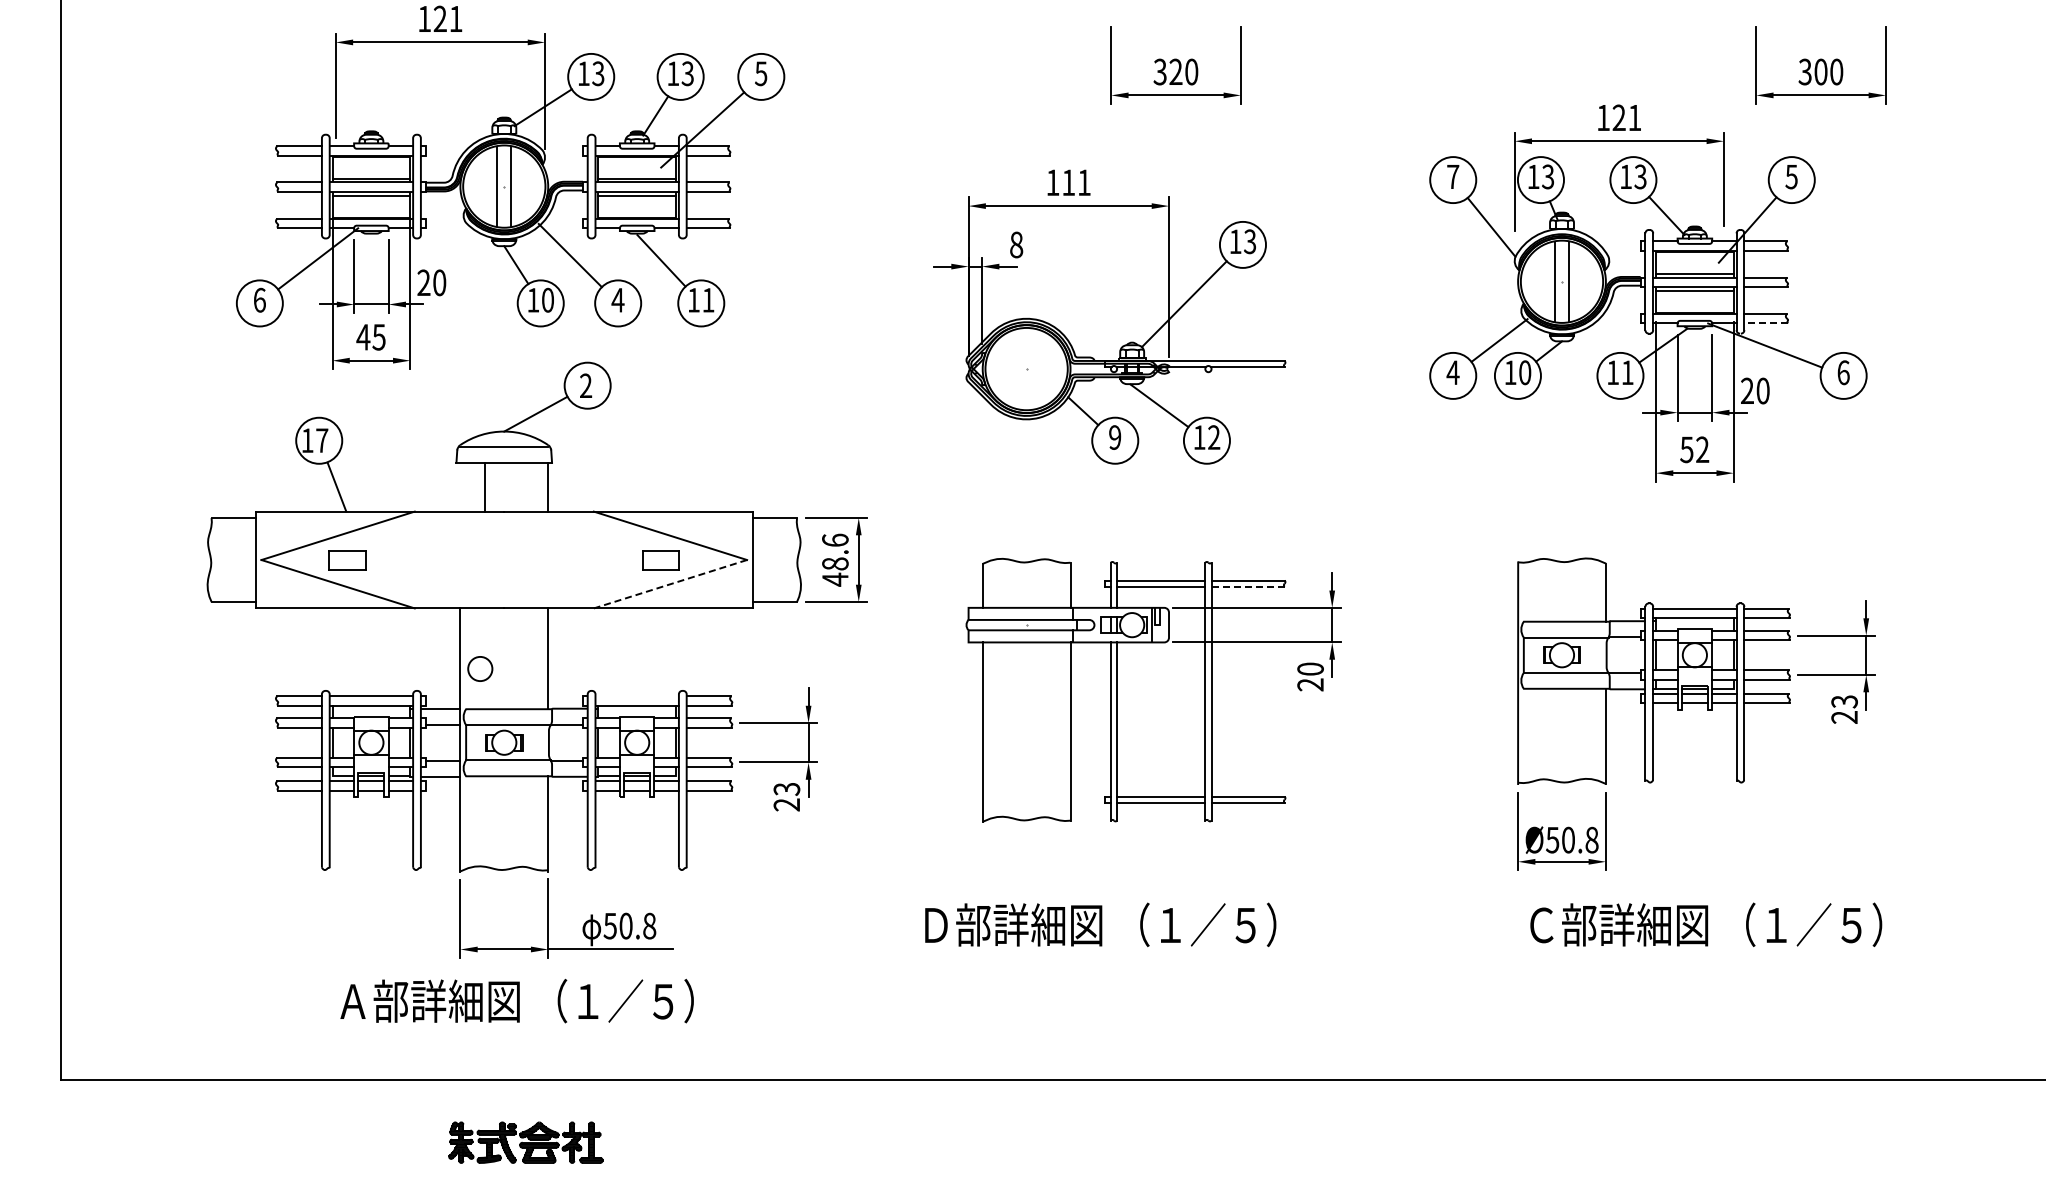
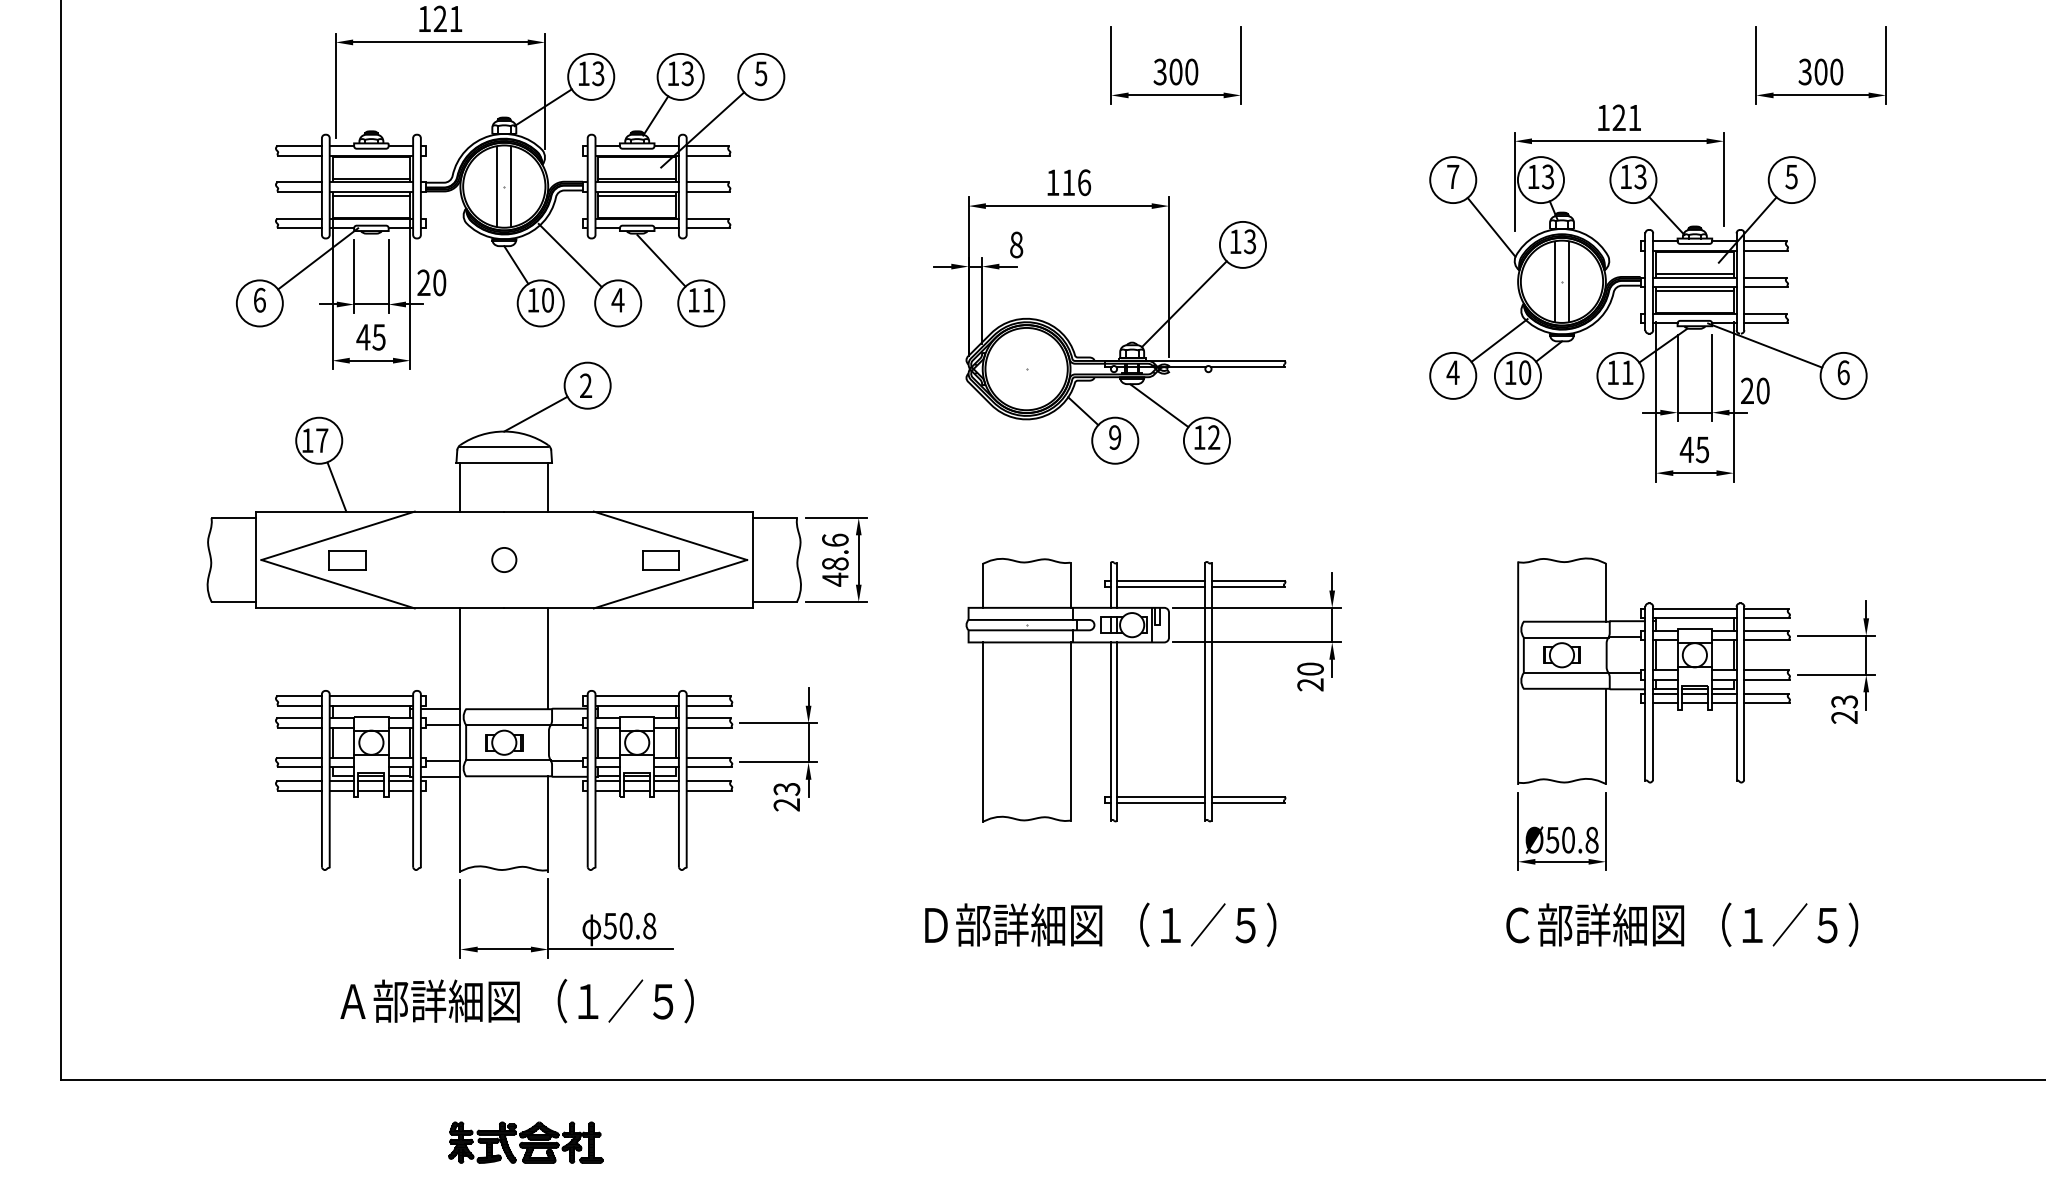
text at (1175, 71): 320 -> 300
text at (1084, 182): 111 -> 116
line at (1766, 323): dashed -> solid
text at (1694, 449): 52 -> 45
line at (485, 486) position: (485, 486) -> (460, 486)
line at (670, 584): dashed -> solid
line at (1248, 586): dashed -> solid
circle at (480, 668) position: (480, 668) -> (504, 559)
line at (636, 696): none -> present
text at (1706, 924) position: (1706, 924) -> (1682, 924)
